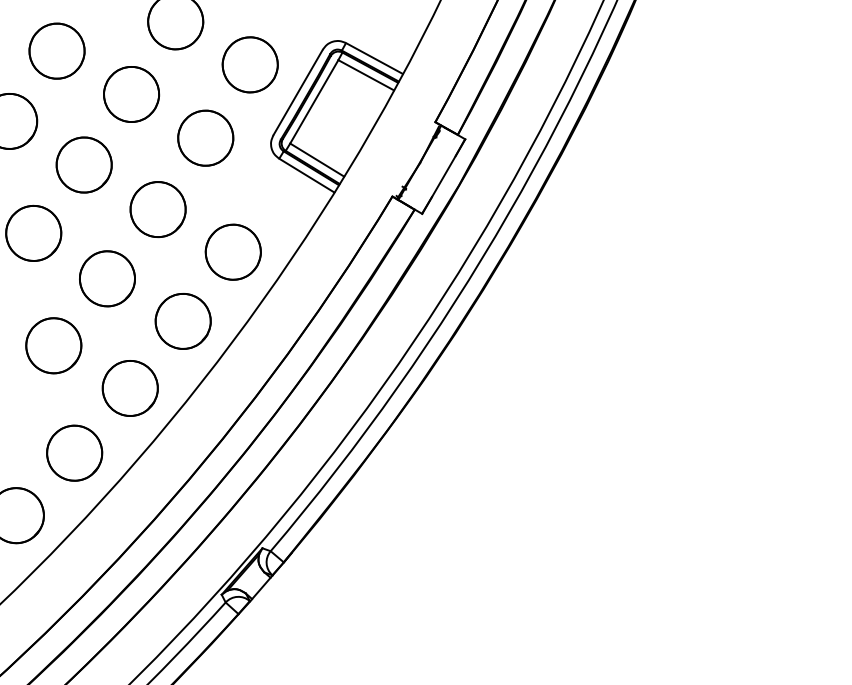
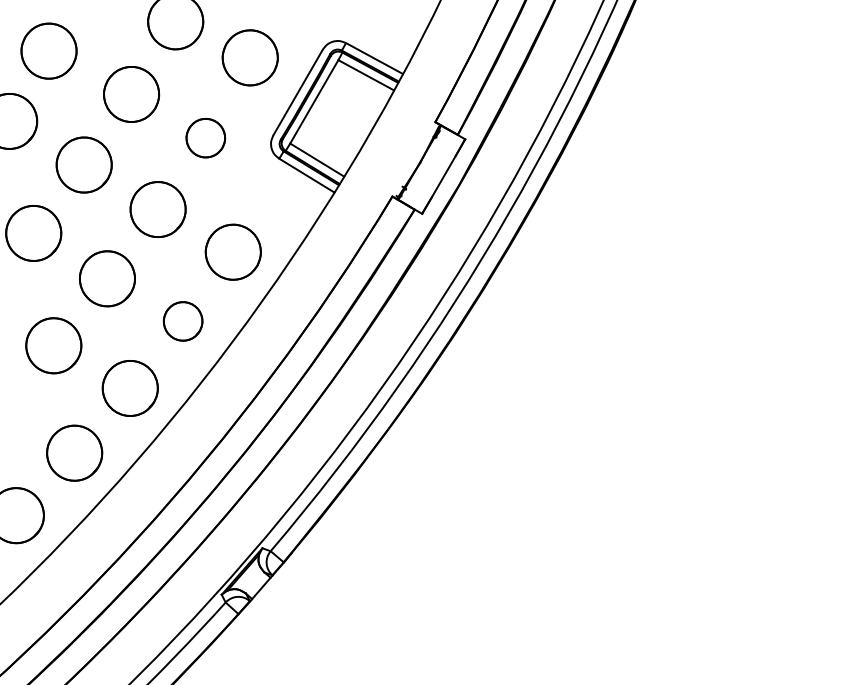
circle at (56, 50) position: (56, 50) -> (48, 50)
circle at (249, 64) position: (249, 64) -> (249, 57)
circle at (205, 137) size: 58x58 px -> 42x41 px
circle at (182, 321) size: 58x57 px -> 42x41 px
